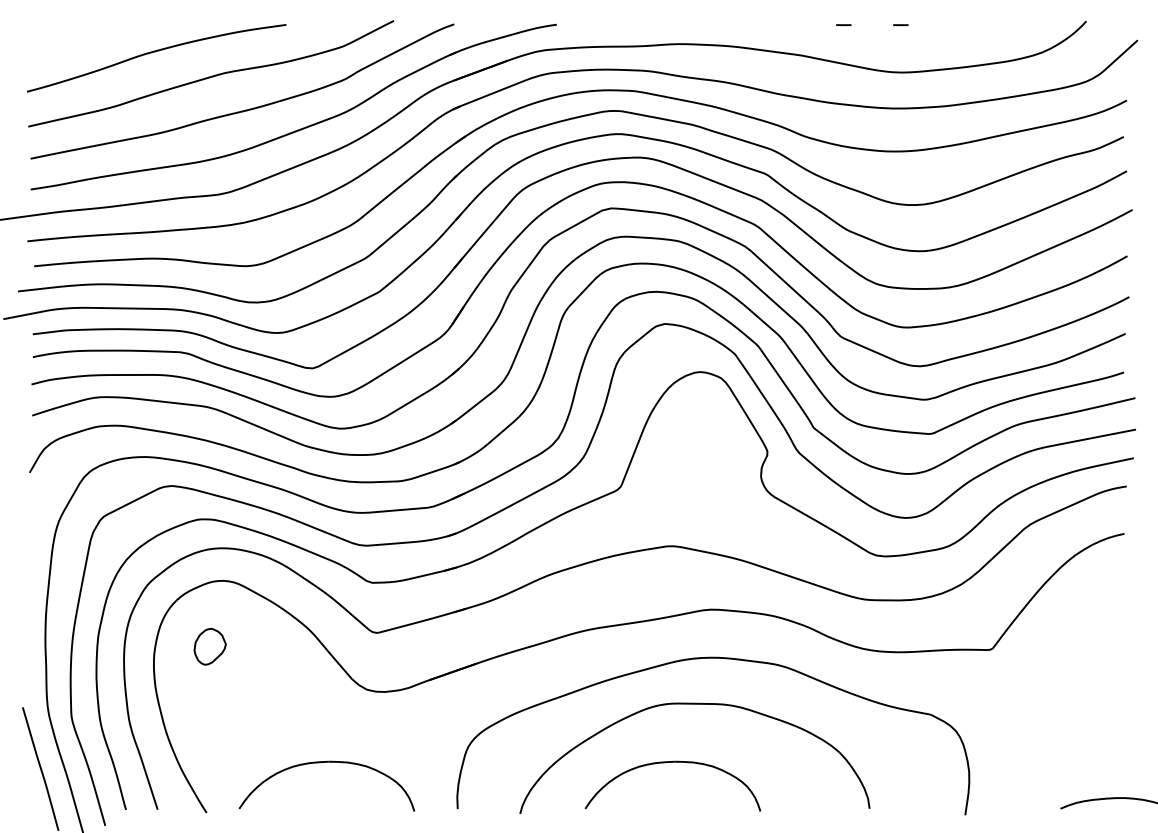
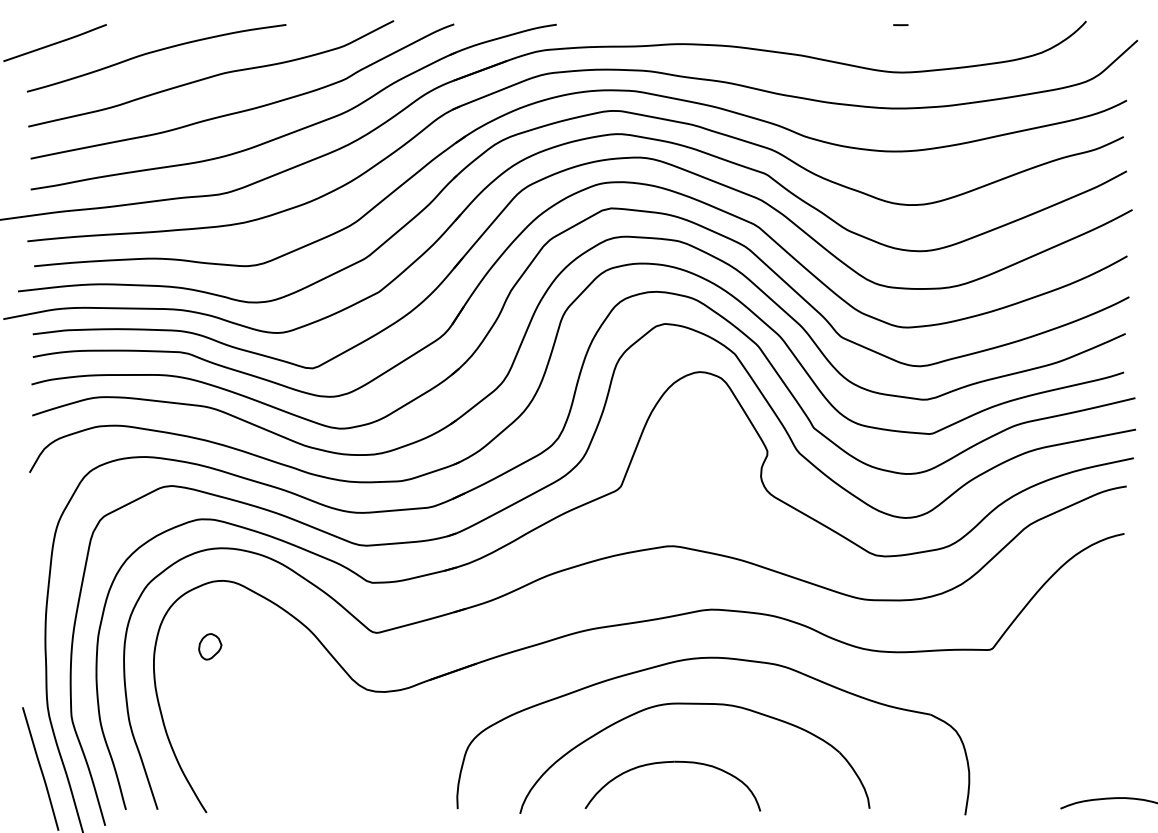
line at (843, 25): present -> none
line at (55, 42): none -> present
part at (209, 646) size: 34x38 px -> 25x28 px
part at (320, 763): present -> none
